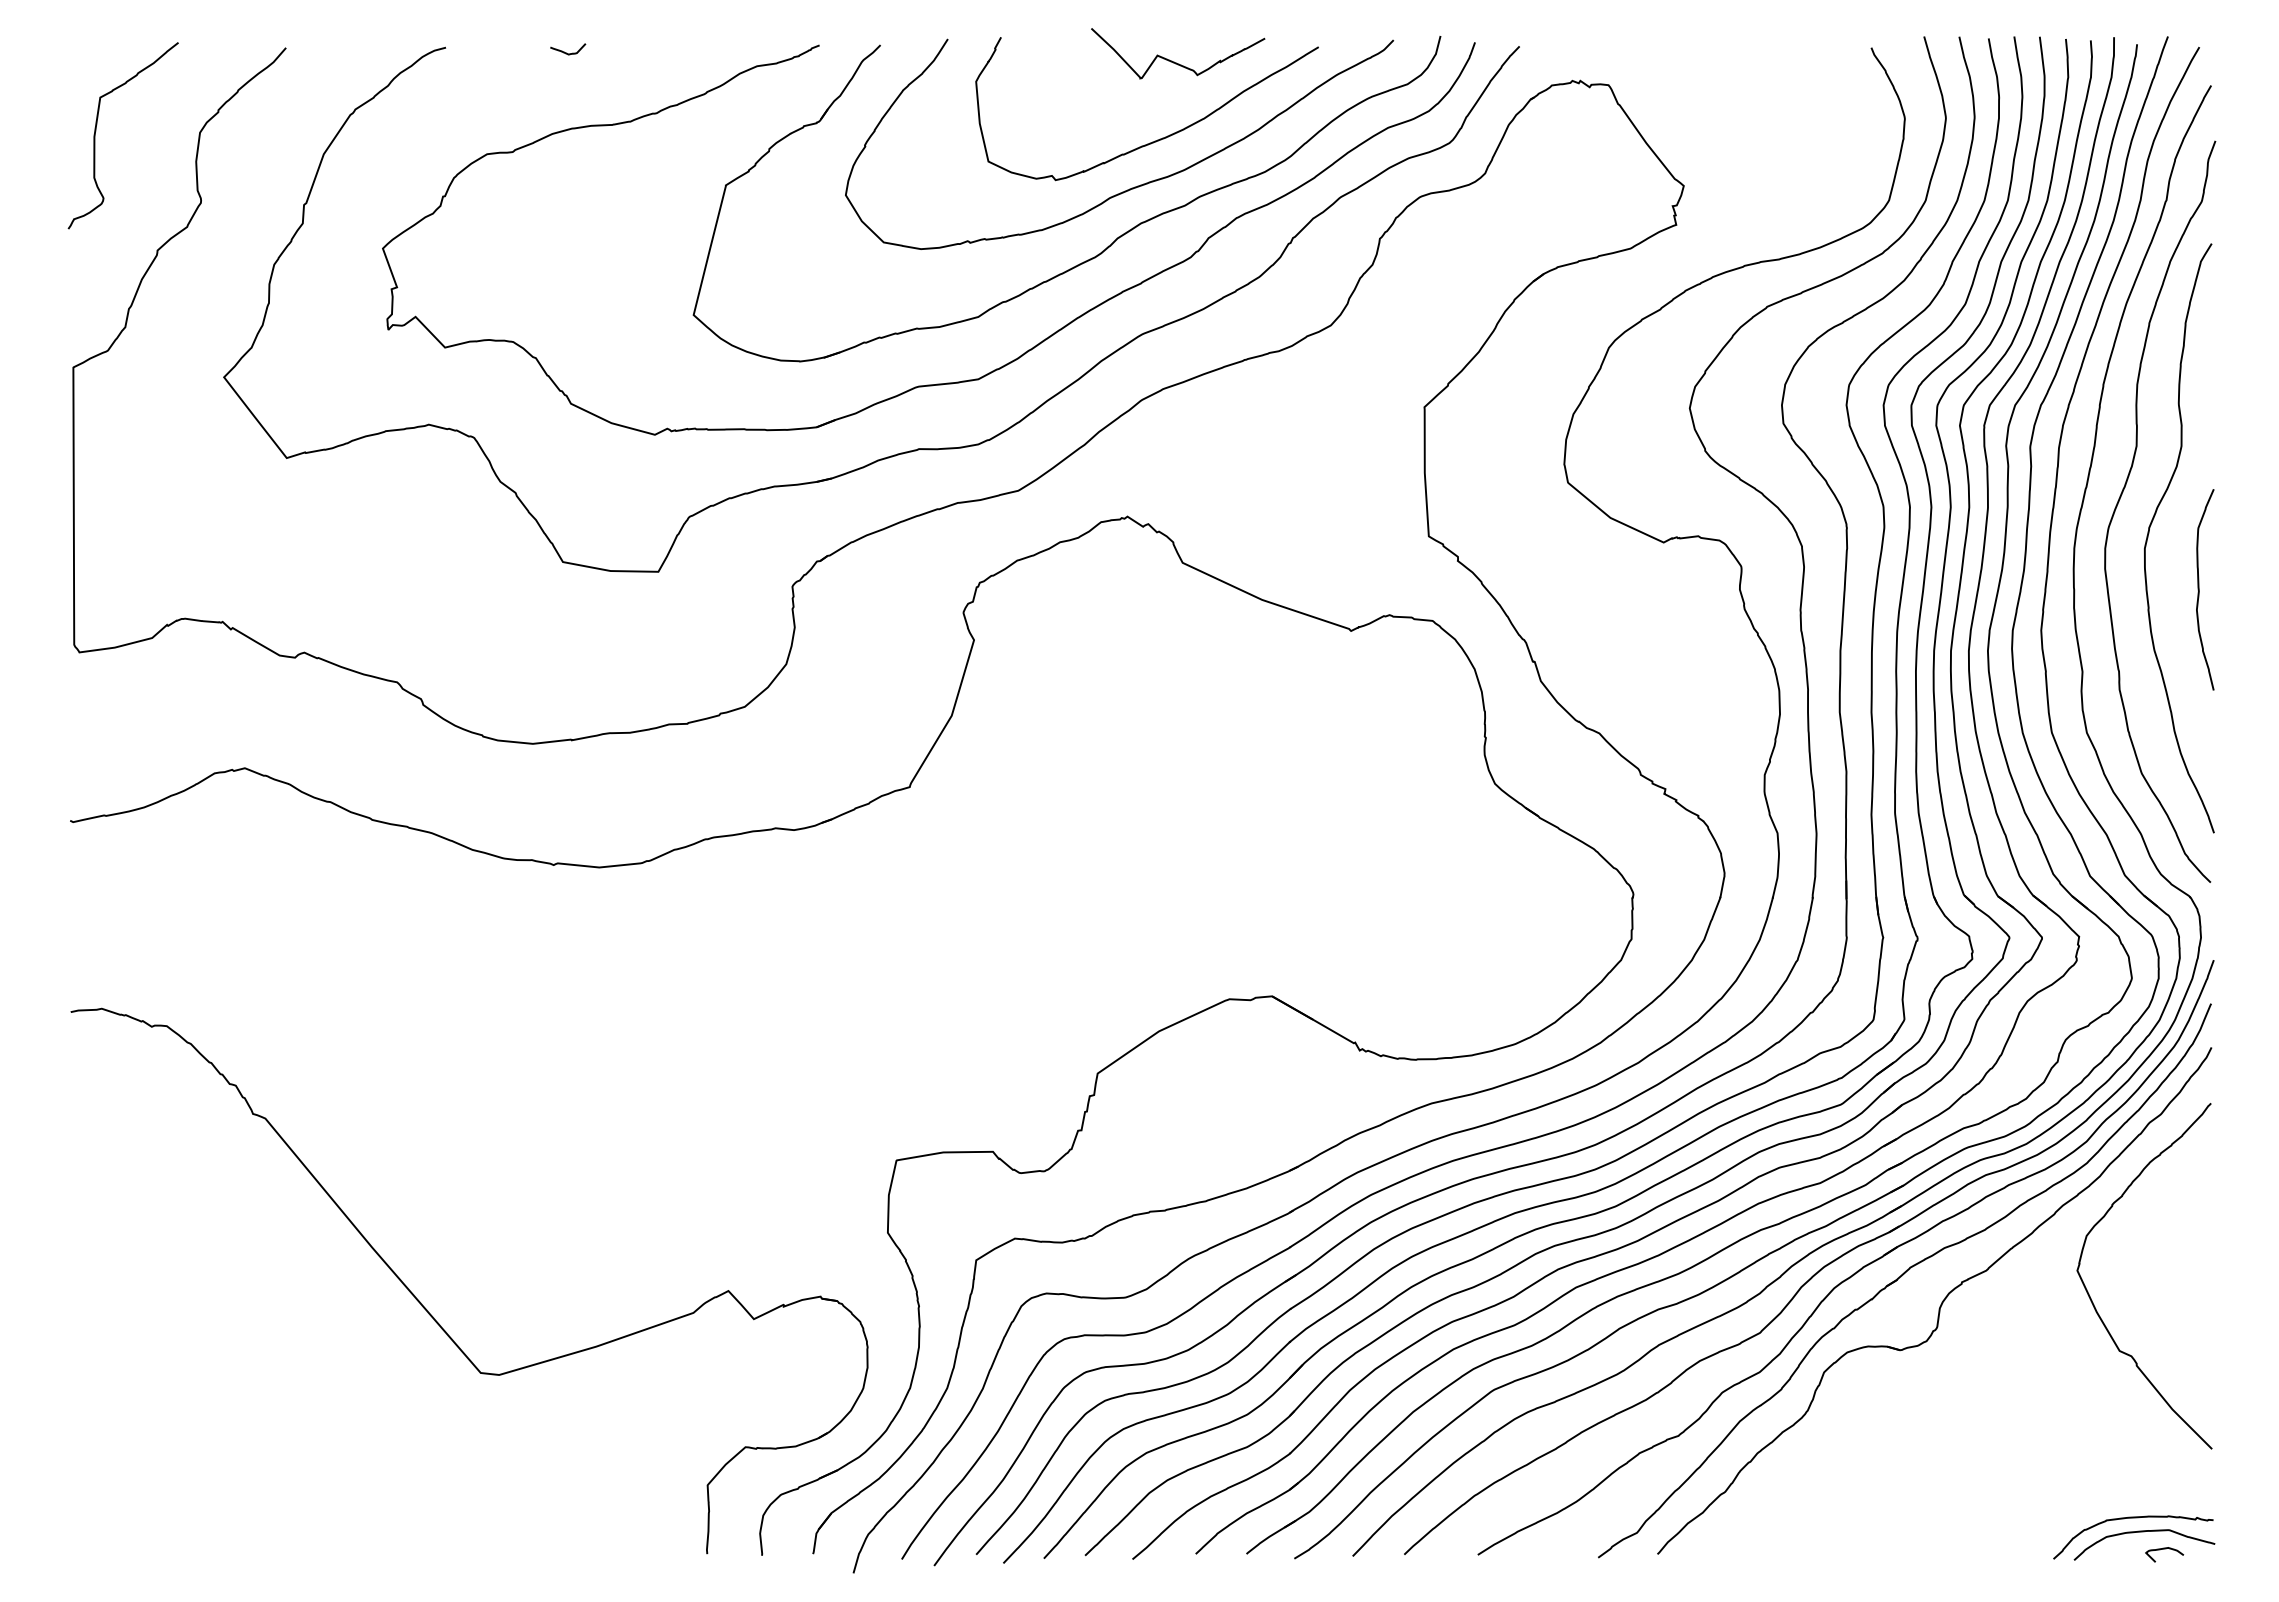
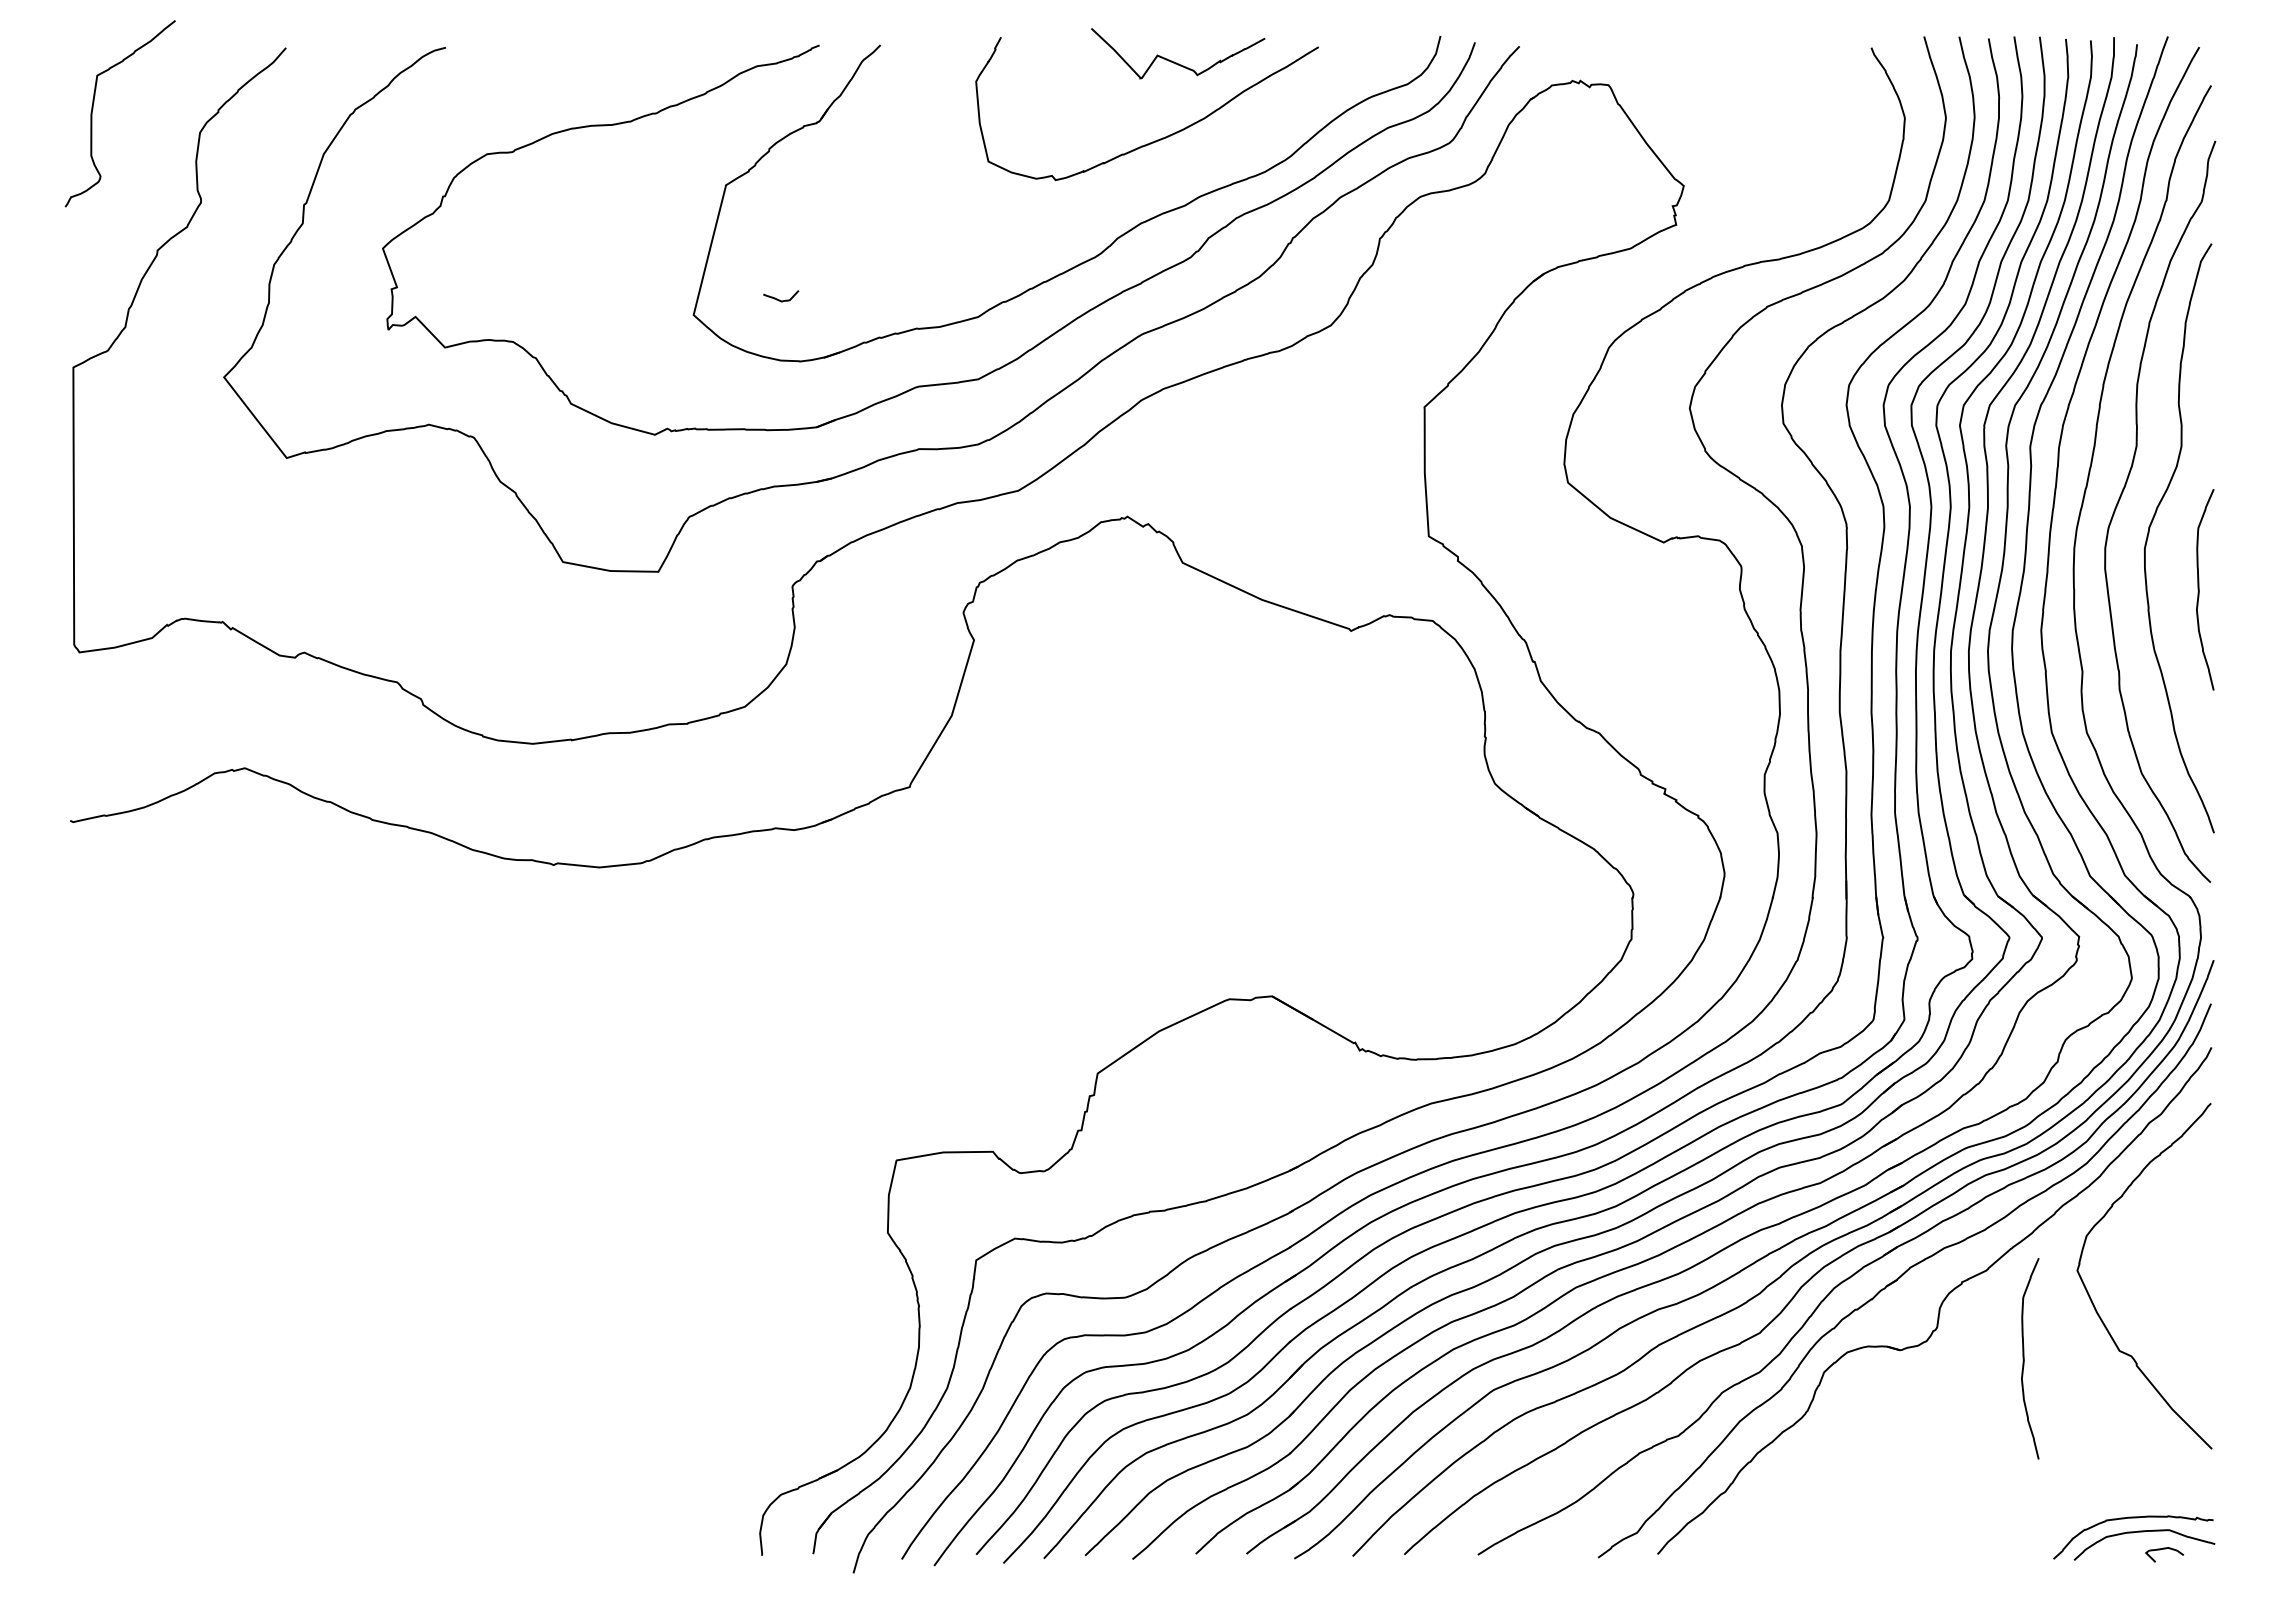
curve at (566, 52) position: (566, 52) -> (779, 299)
curve at (96, 131) position: (96, 131) -> (93, 109)
curve at (1134, 186): present -> none
part at (433, 1316): present -> none
curve at (2024, 1358): none -> present
